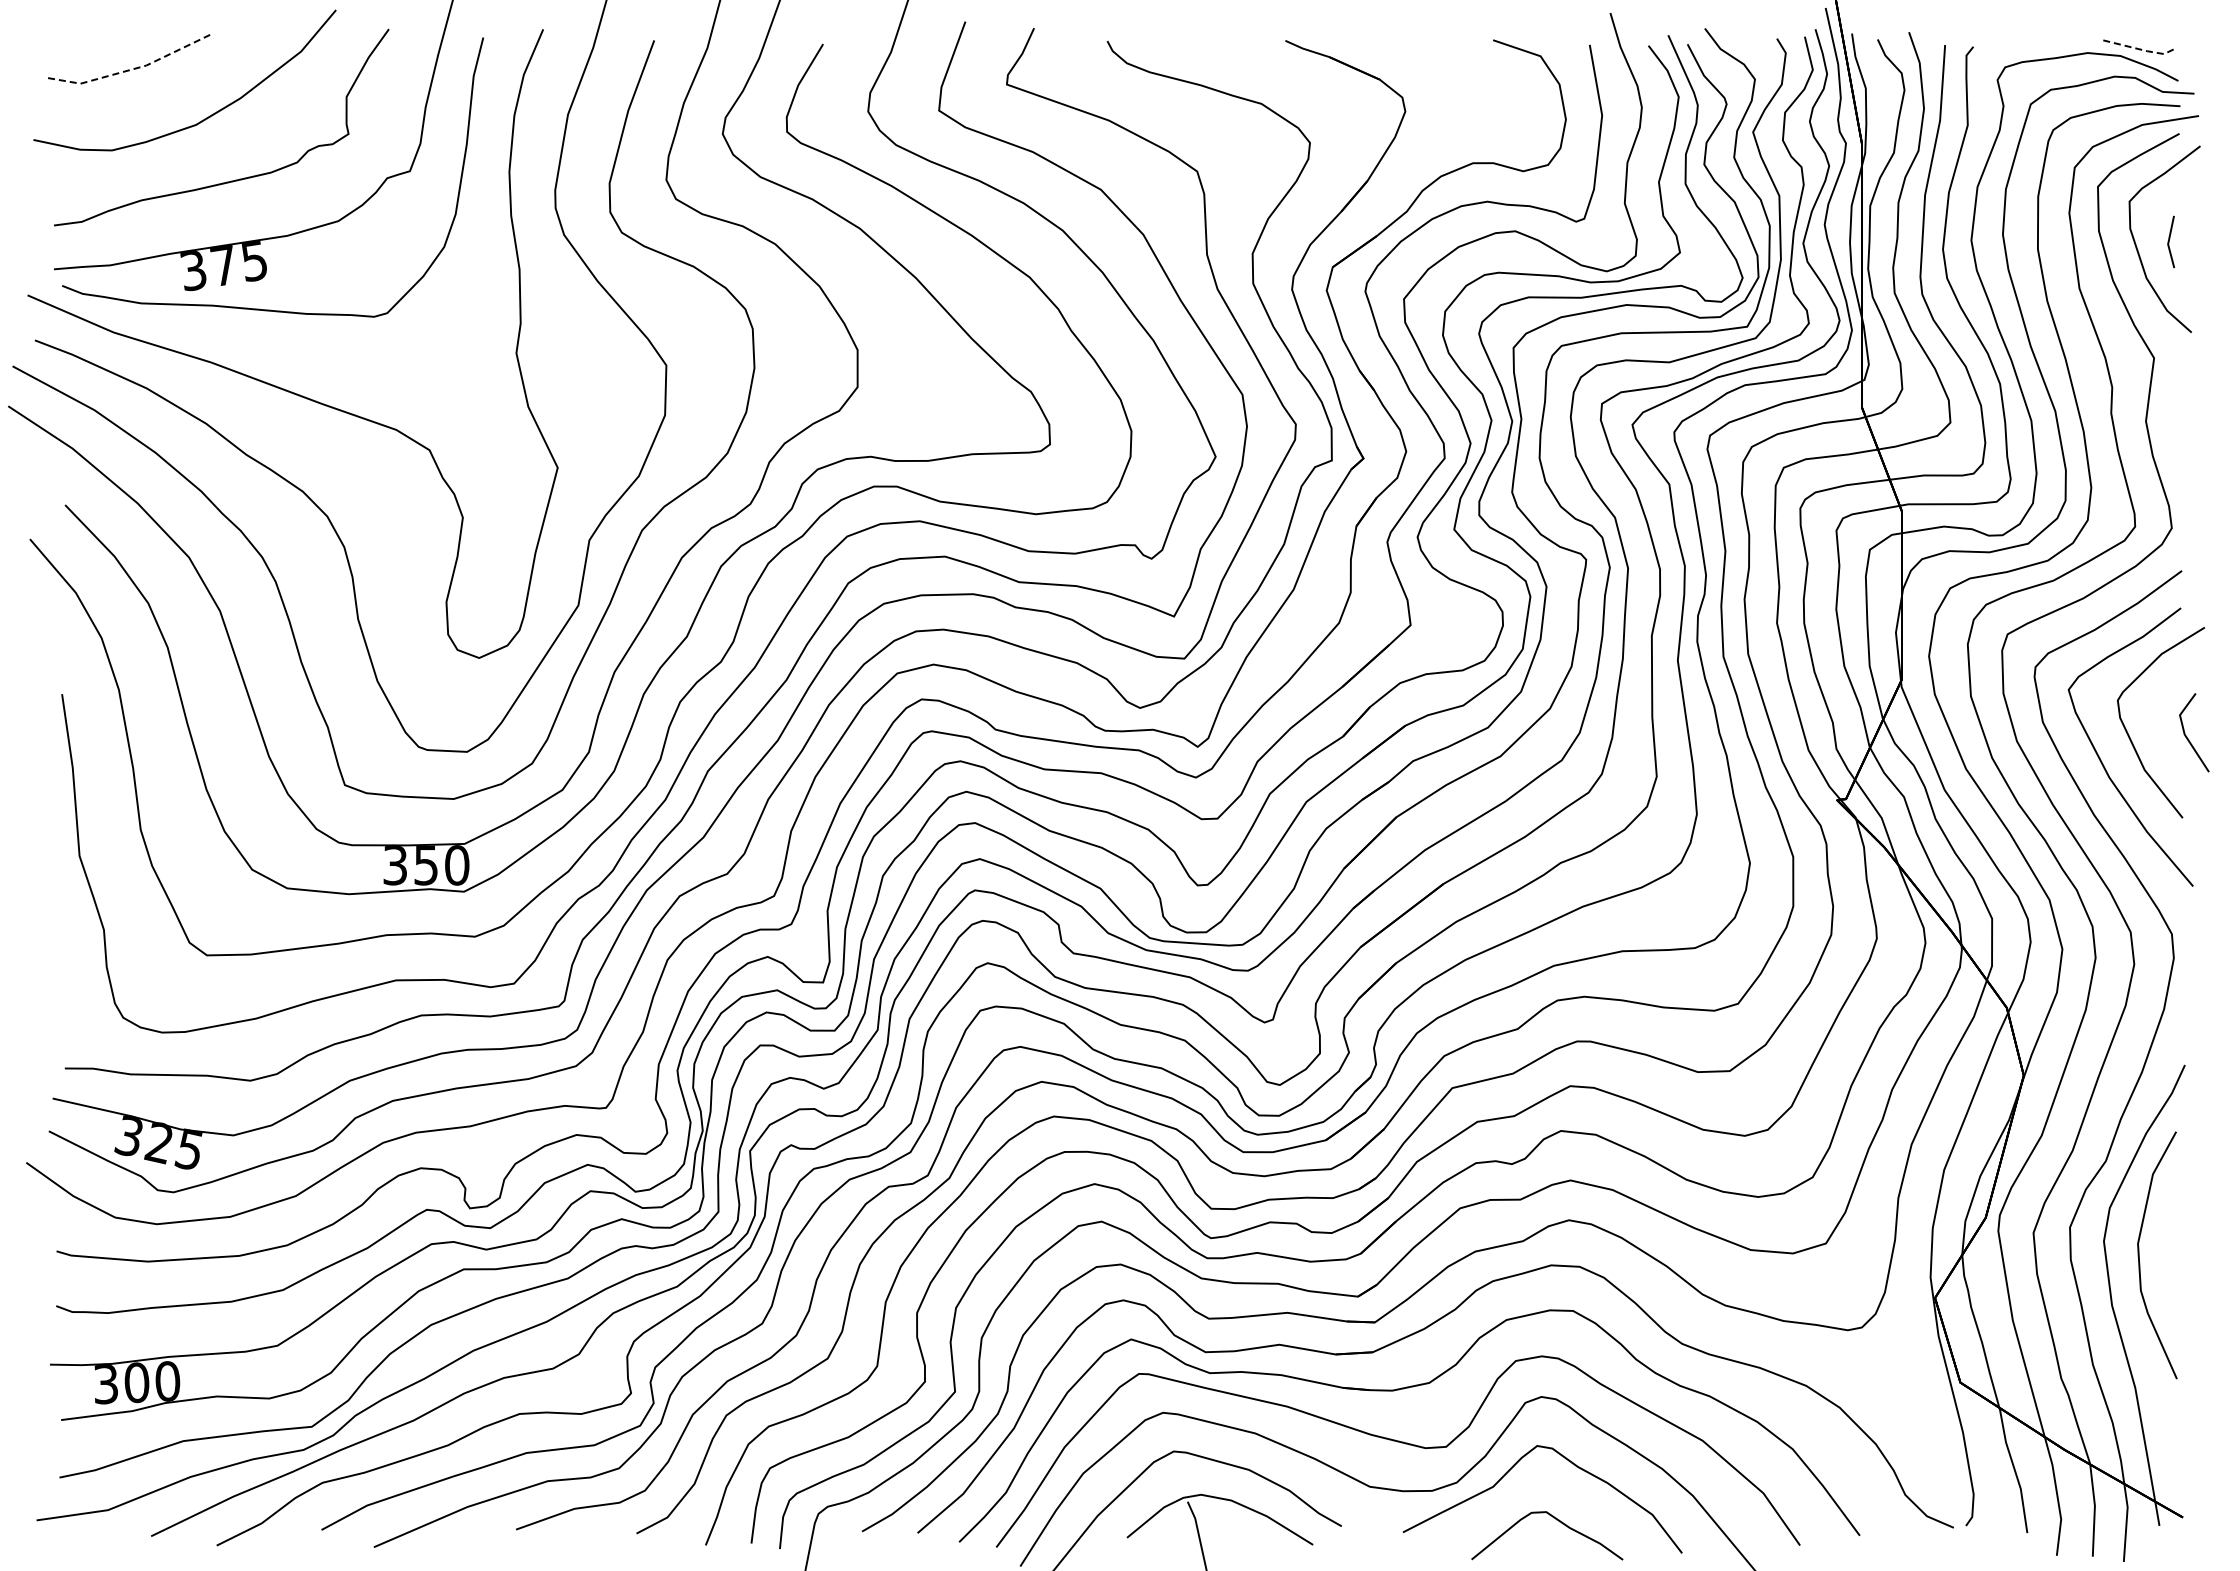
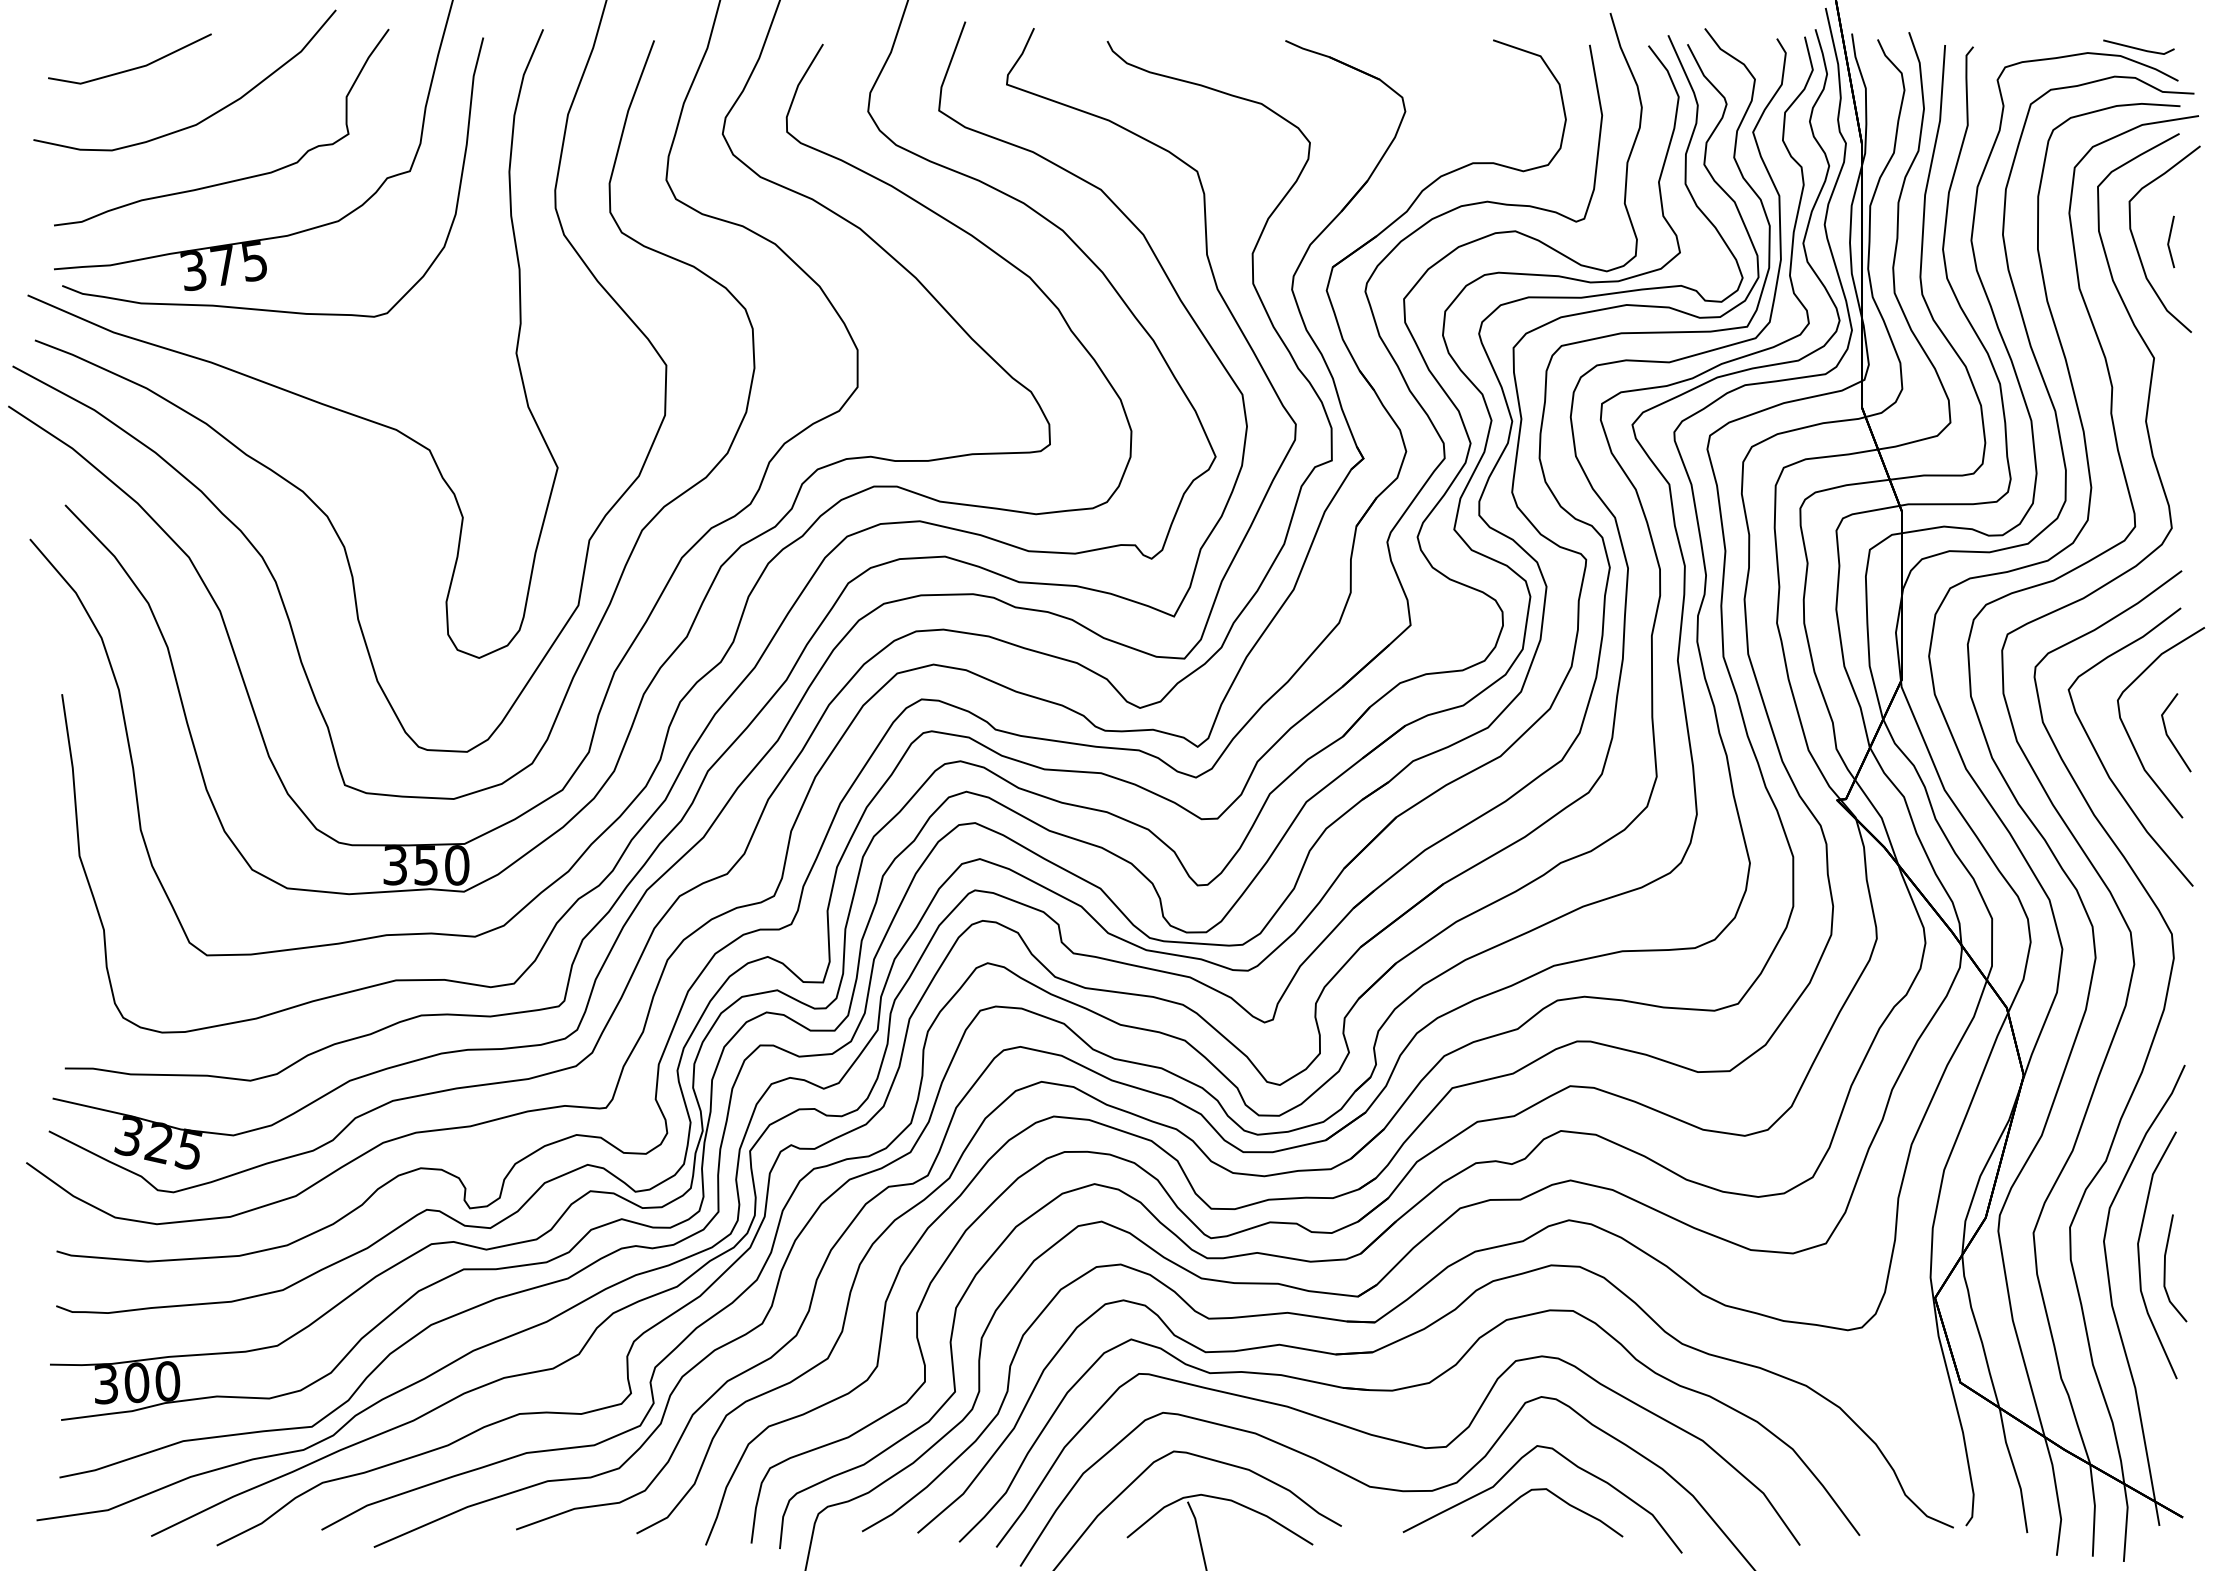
line at (2140, 49): dashed -> solid
line at (132, 69): dashed -> solid
line at (2187, 736) position: (2187, 736) -> (2169, 736)
line at (2165, 1268): none -> present
curve at (1556, 1520) position: (1556, 1520) -> (1556, 1497)
